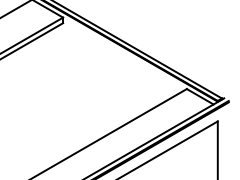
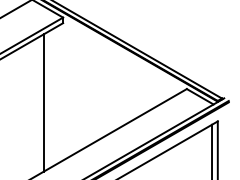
line at (43, 102): none -> present
line at (212, 150): none -> present
